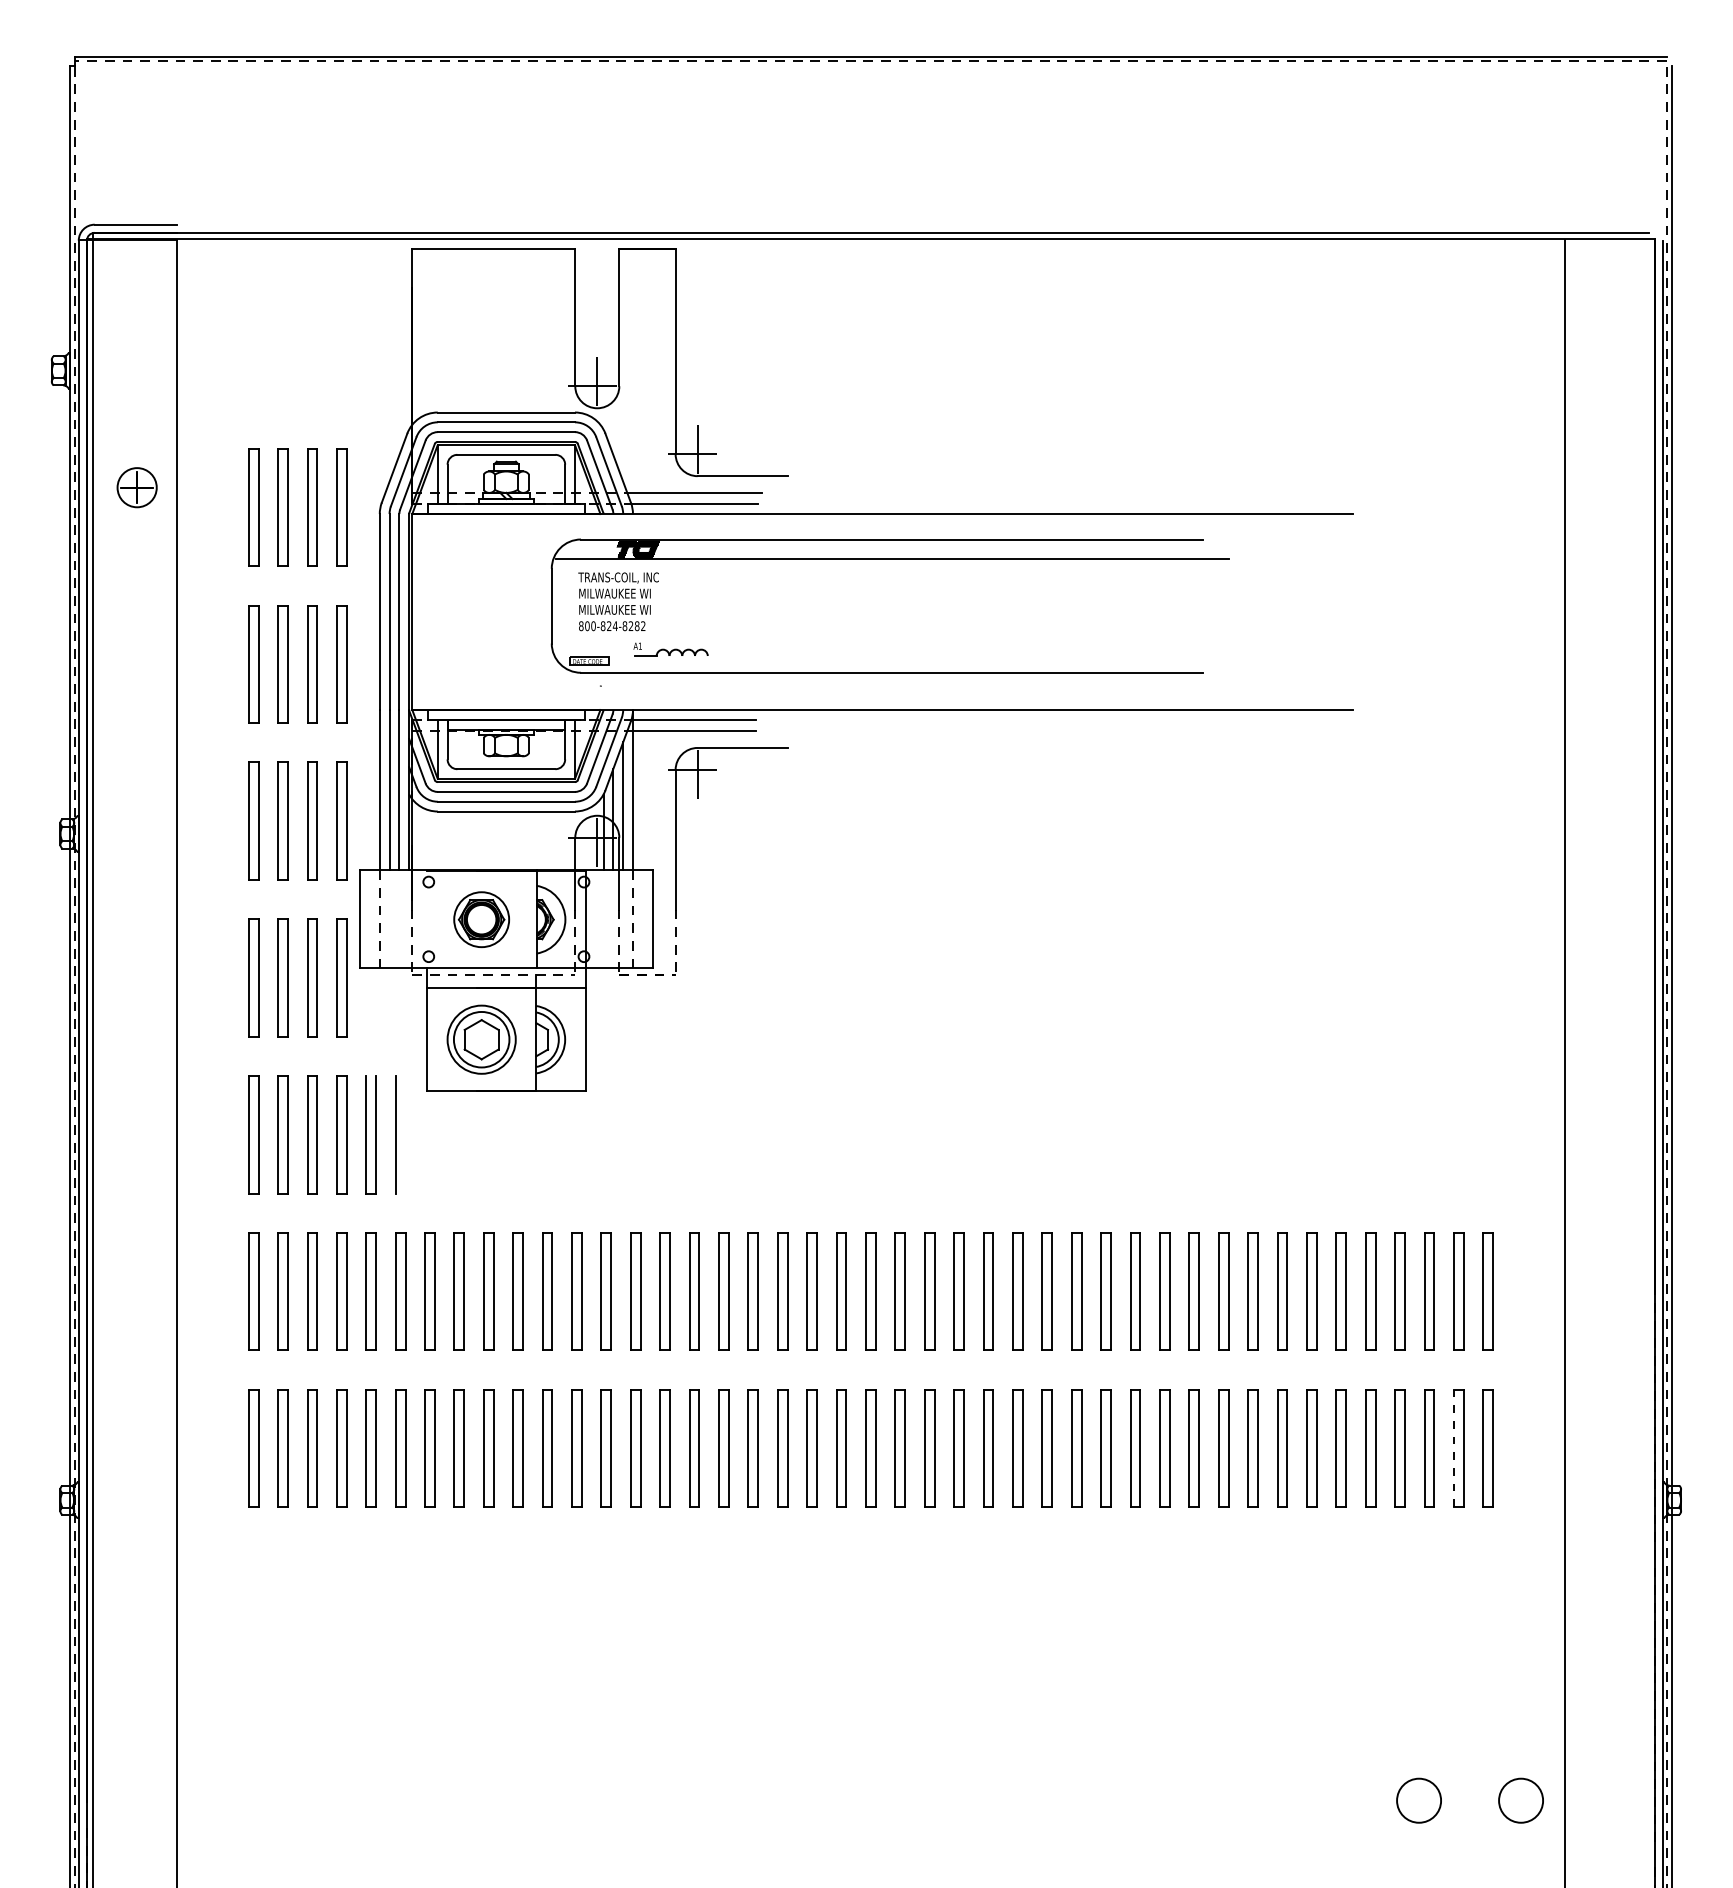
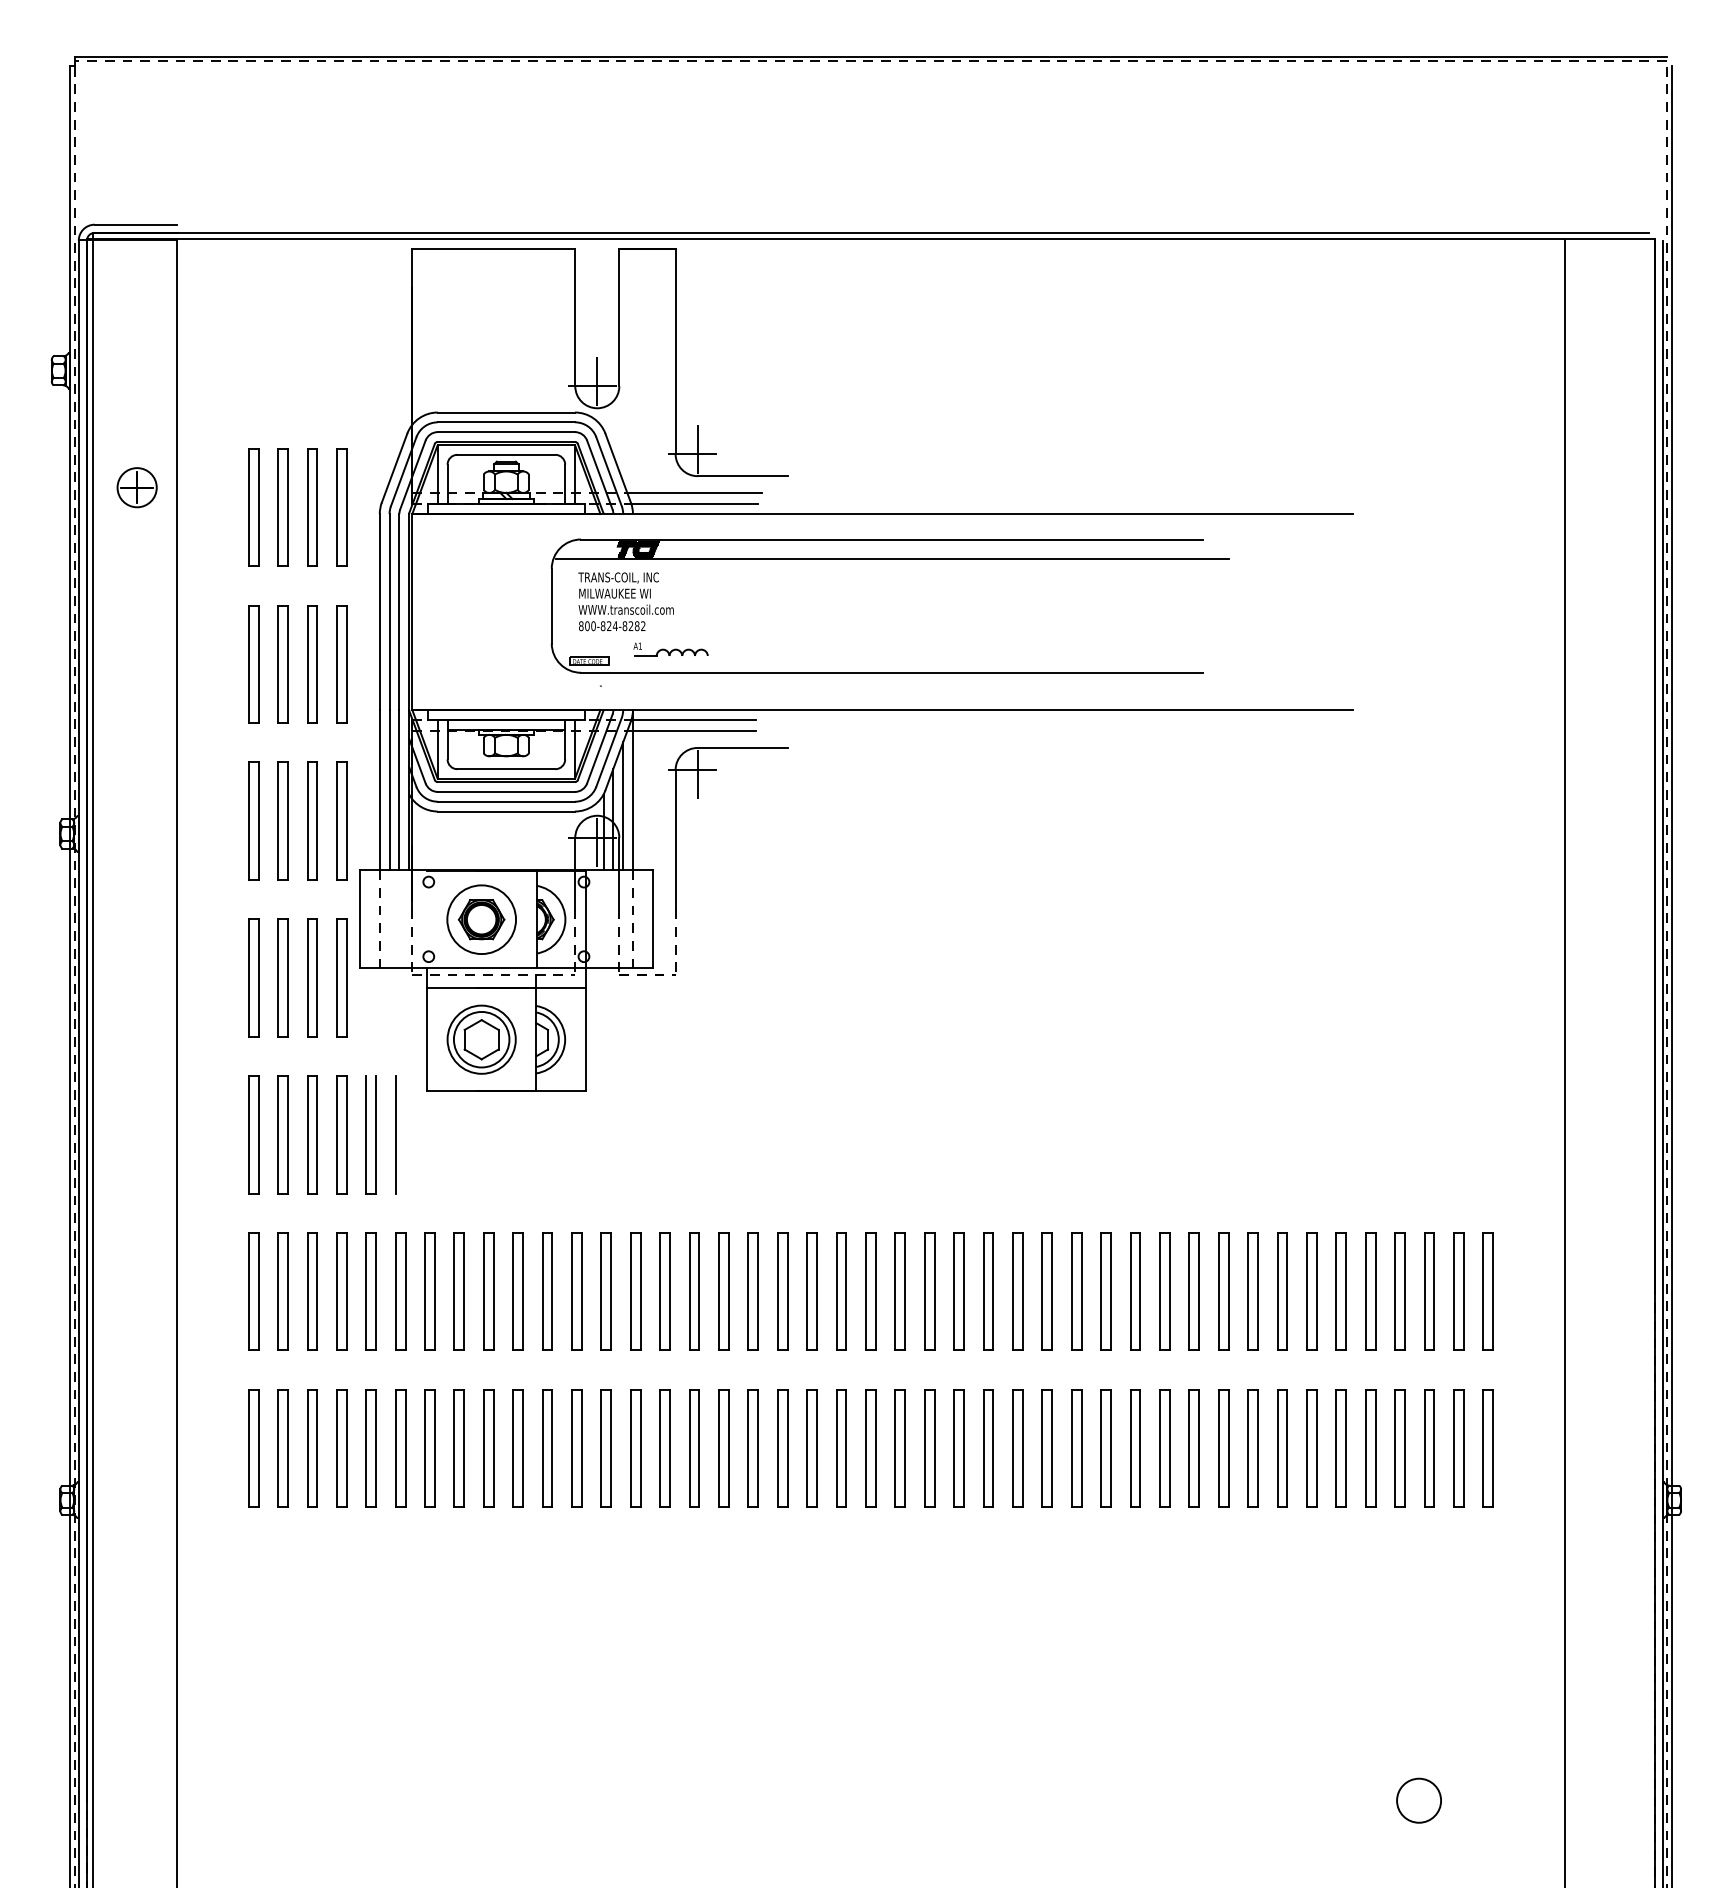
text at (625, 609): MILWAUKEE WI -> WWW.transcoil.com
circle at (481, 919) diameter: 55 px -> 69 px
line at (1453, 1448): dashed -> solid
circle at (1520, 1800): present -> none
